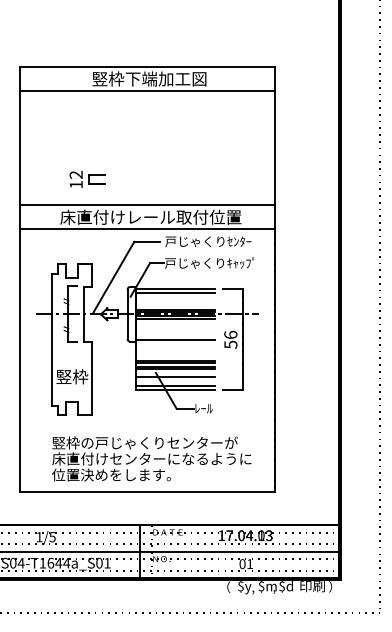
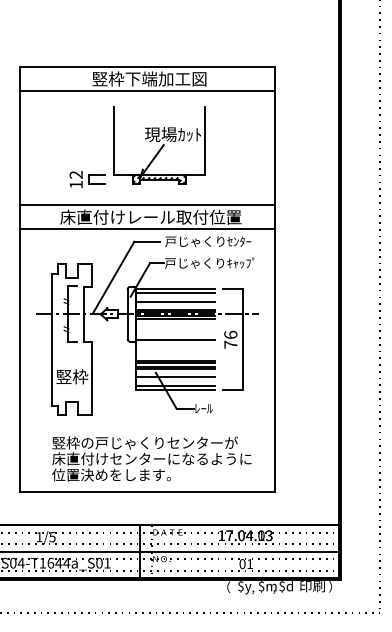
part at (159, 145): none -> present
line at (175, 302): none -> present
text at (230, 344): 56 -> 76
